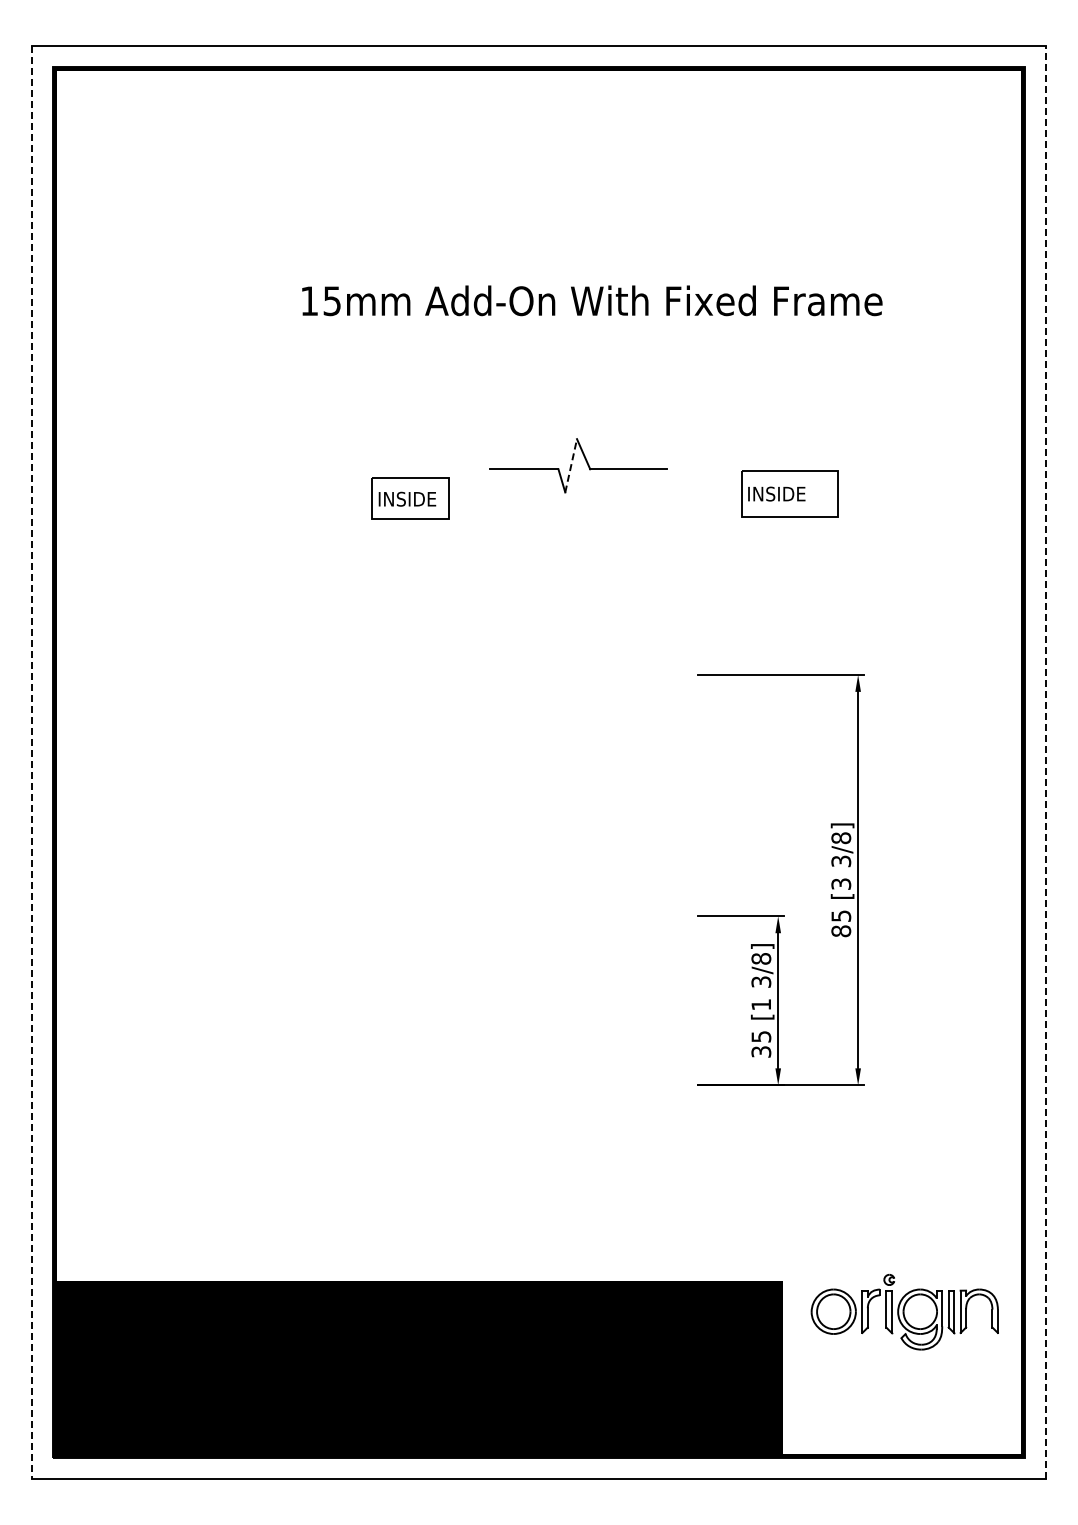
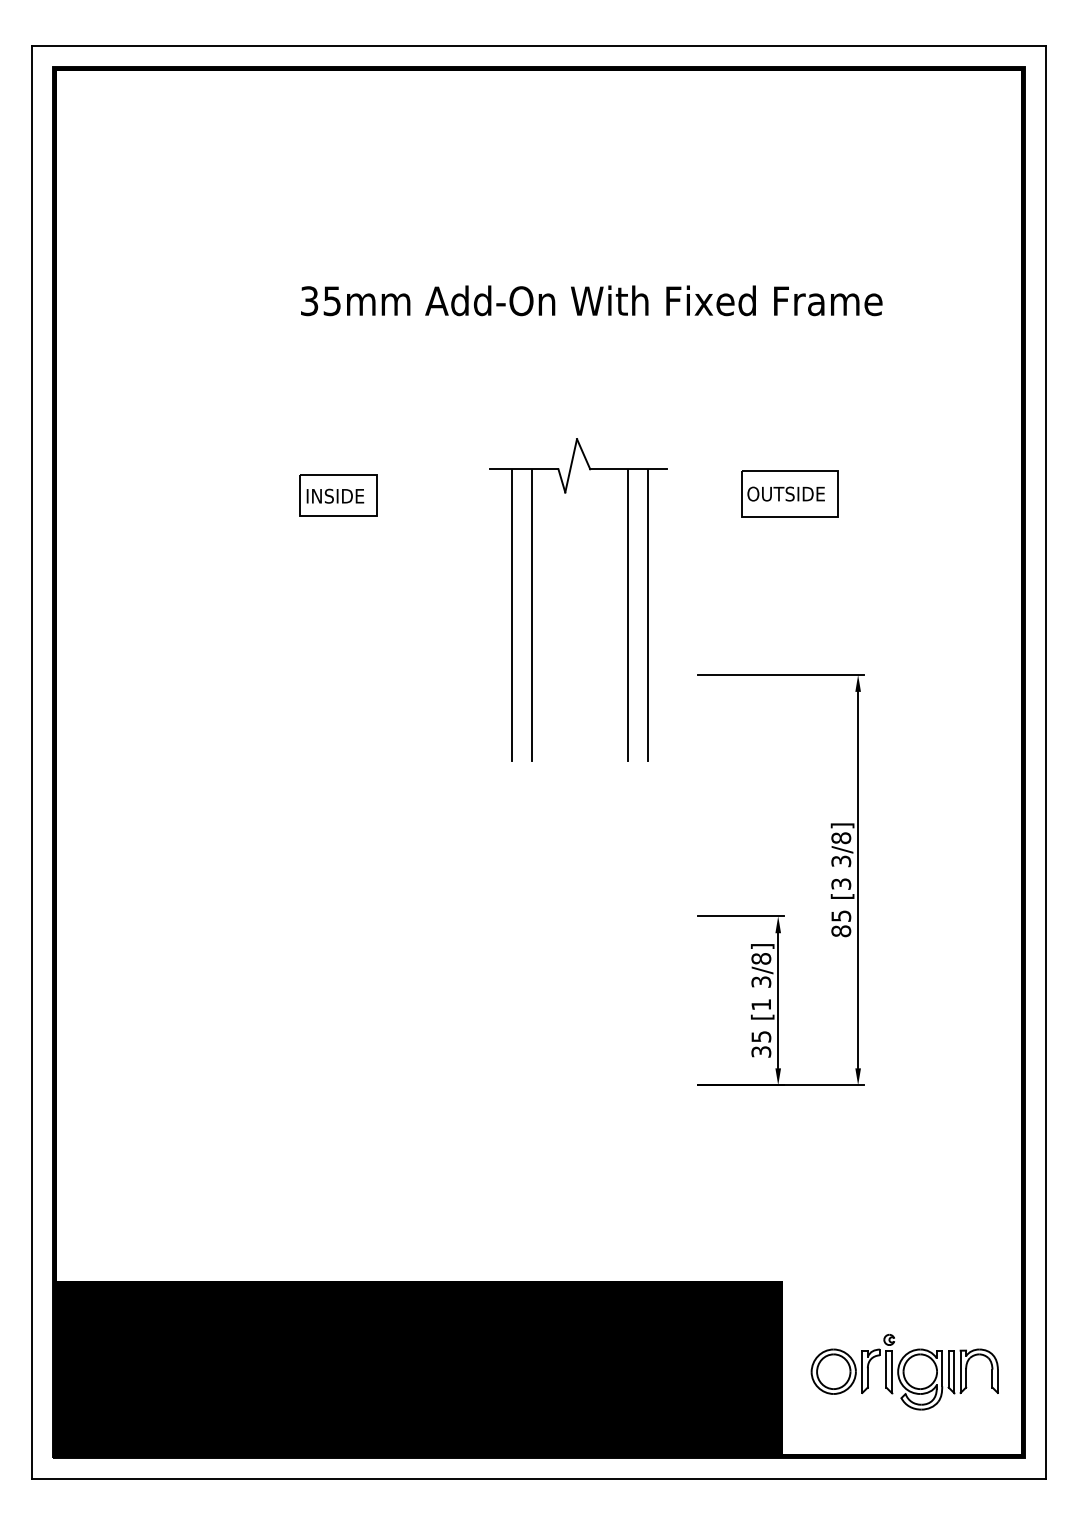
text at (309, 301): 15mm -> 35mm
line at (571, 465): dashed -> solid
text at (785, 493): INSIDE -> OUTSIDE
part at (410, 498) position: (410, 498) -> (338, 495)
line at (512, 615): none -> present
line at (531, 615): none -> present
line at (628, 615): none -> present
line at (647, 615): none -> present
line at (32, 762): dashed -> solid
line at (1045, 762): dashed -> solid
part at (904, 1312) position: (904, 1312) -> (904, 1372)
